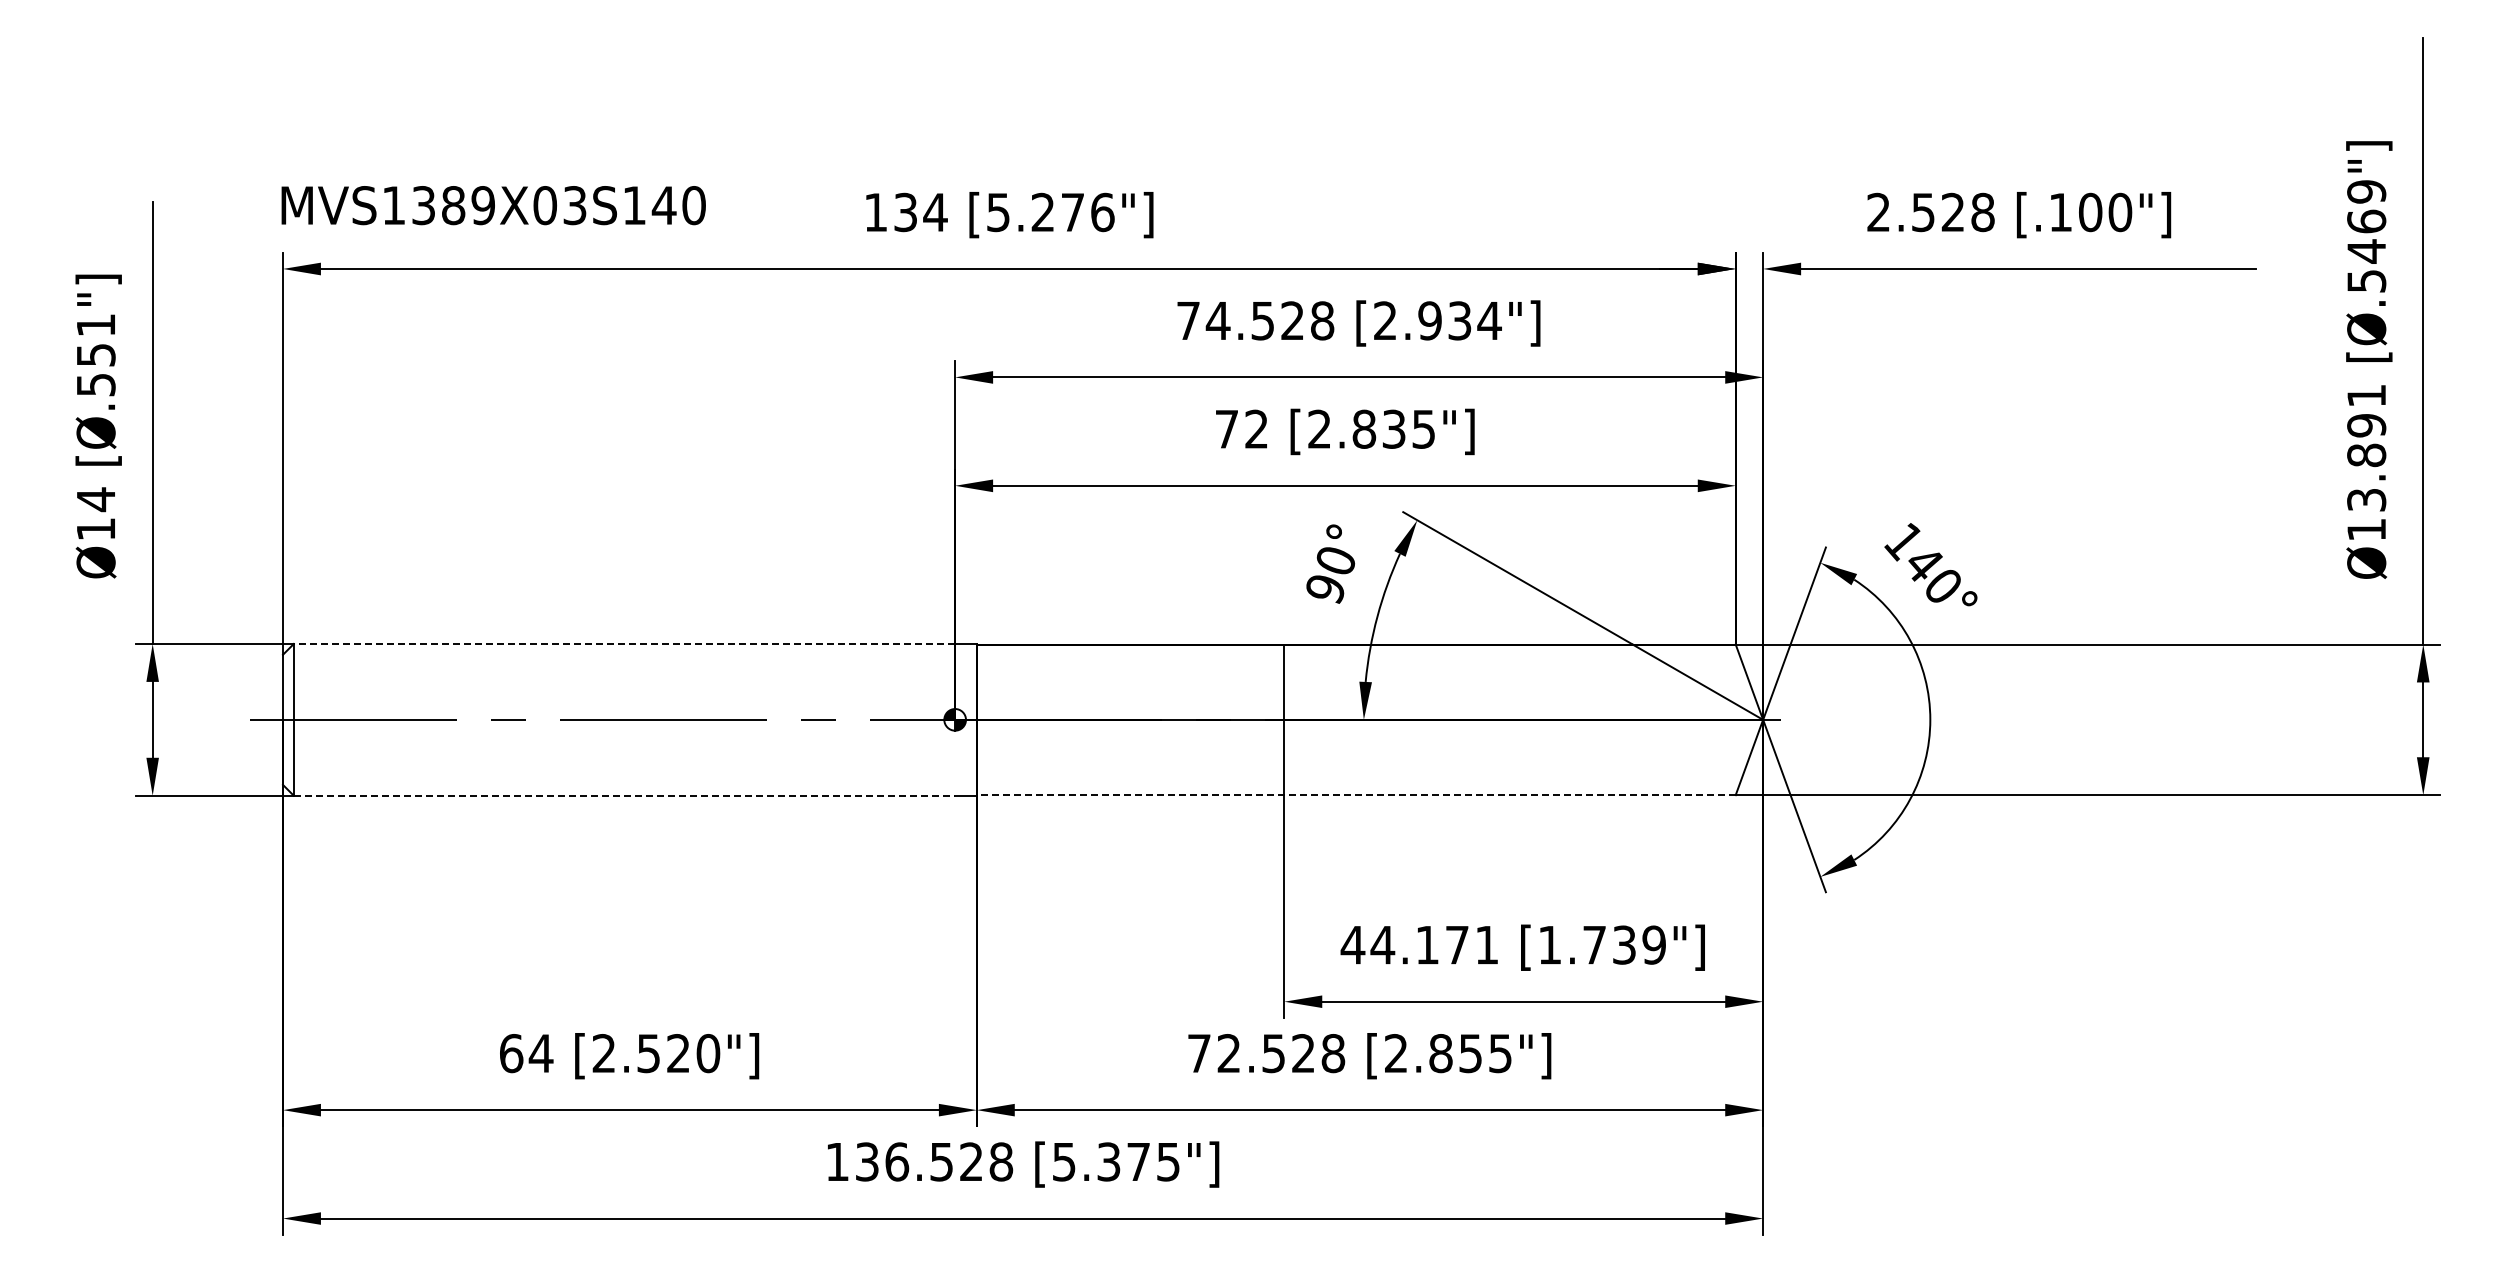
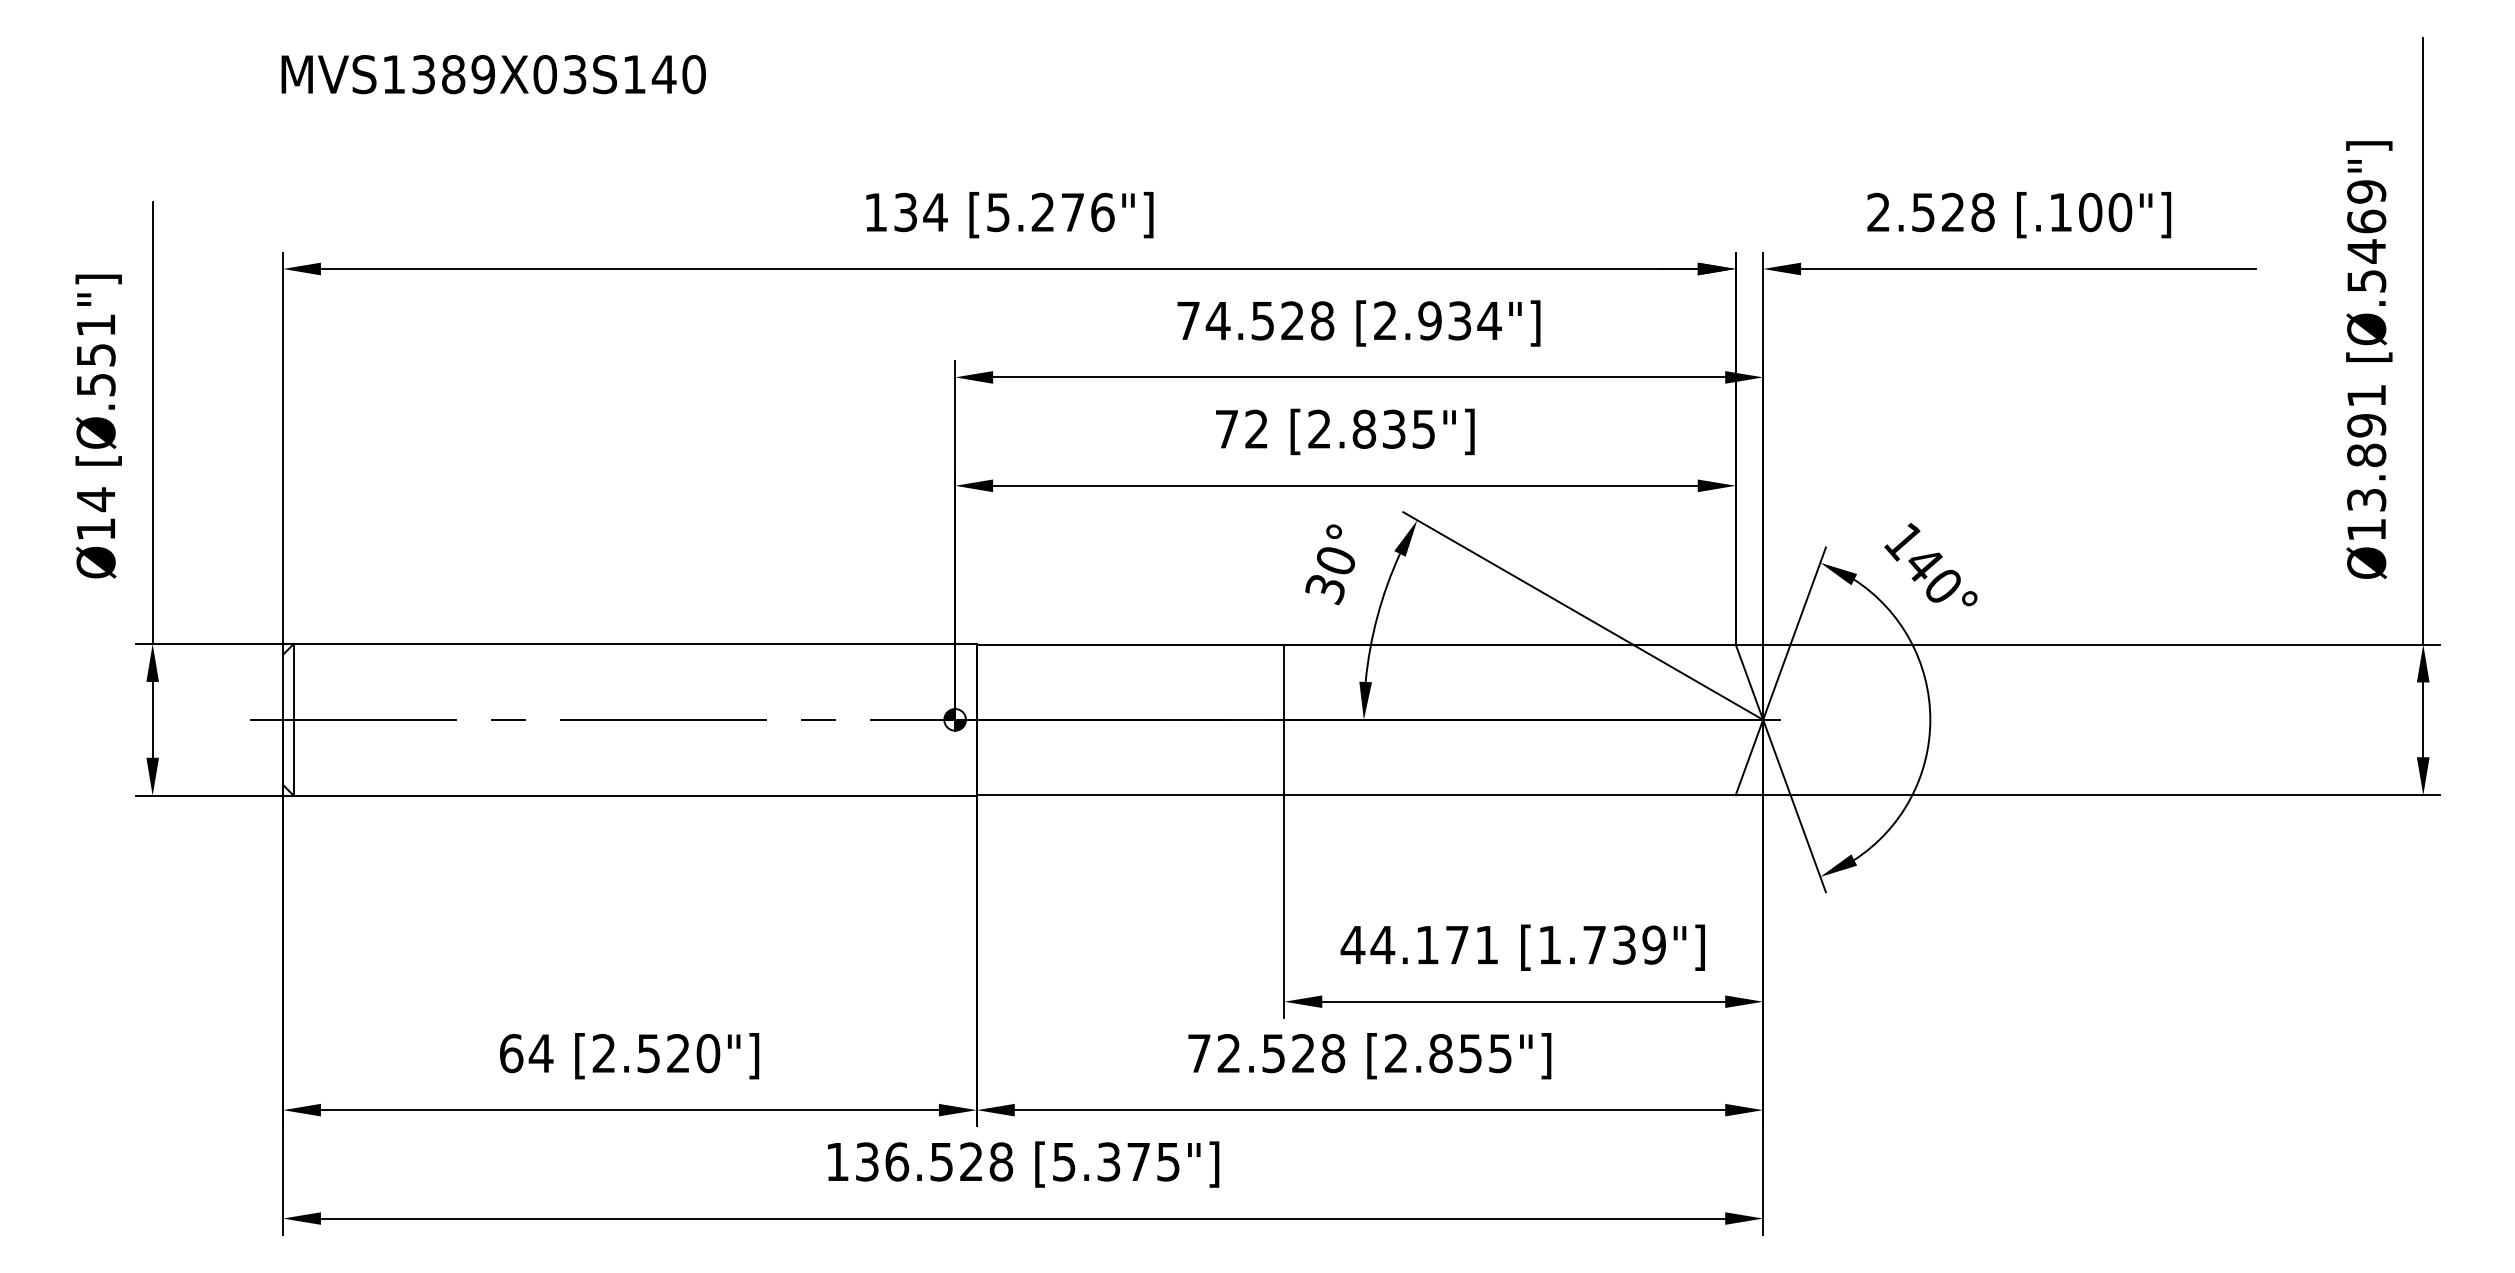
text at (493, 205) position: (493, 205) -> (493, 74)
text at (1324, 590): 90° -> 30°
line at (624, 643): dashed -> solid
line at (624, 795): dashed -> solid
line at (1355, 795): dashed -> solid
